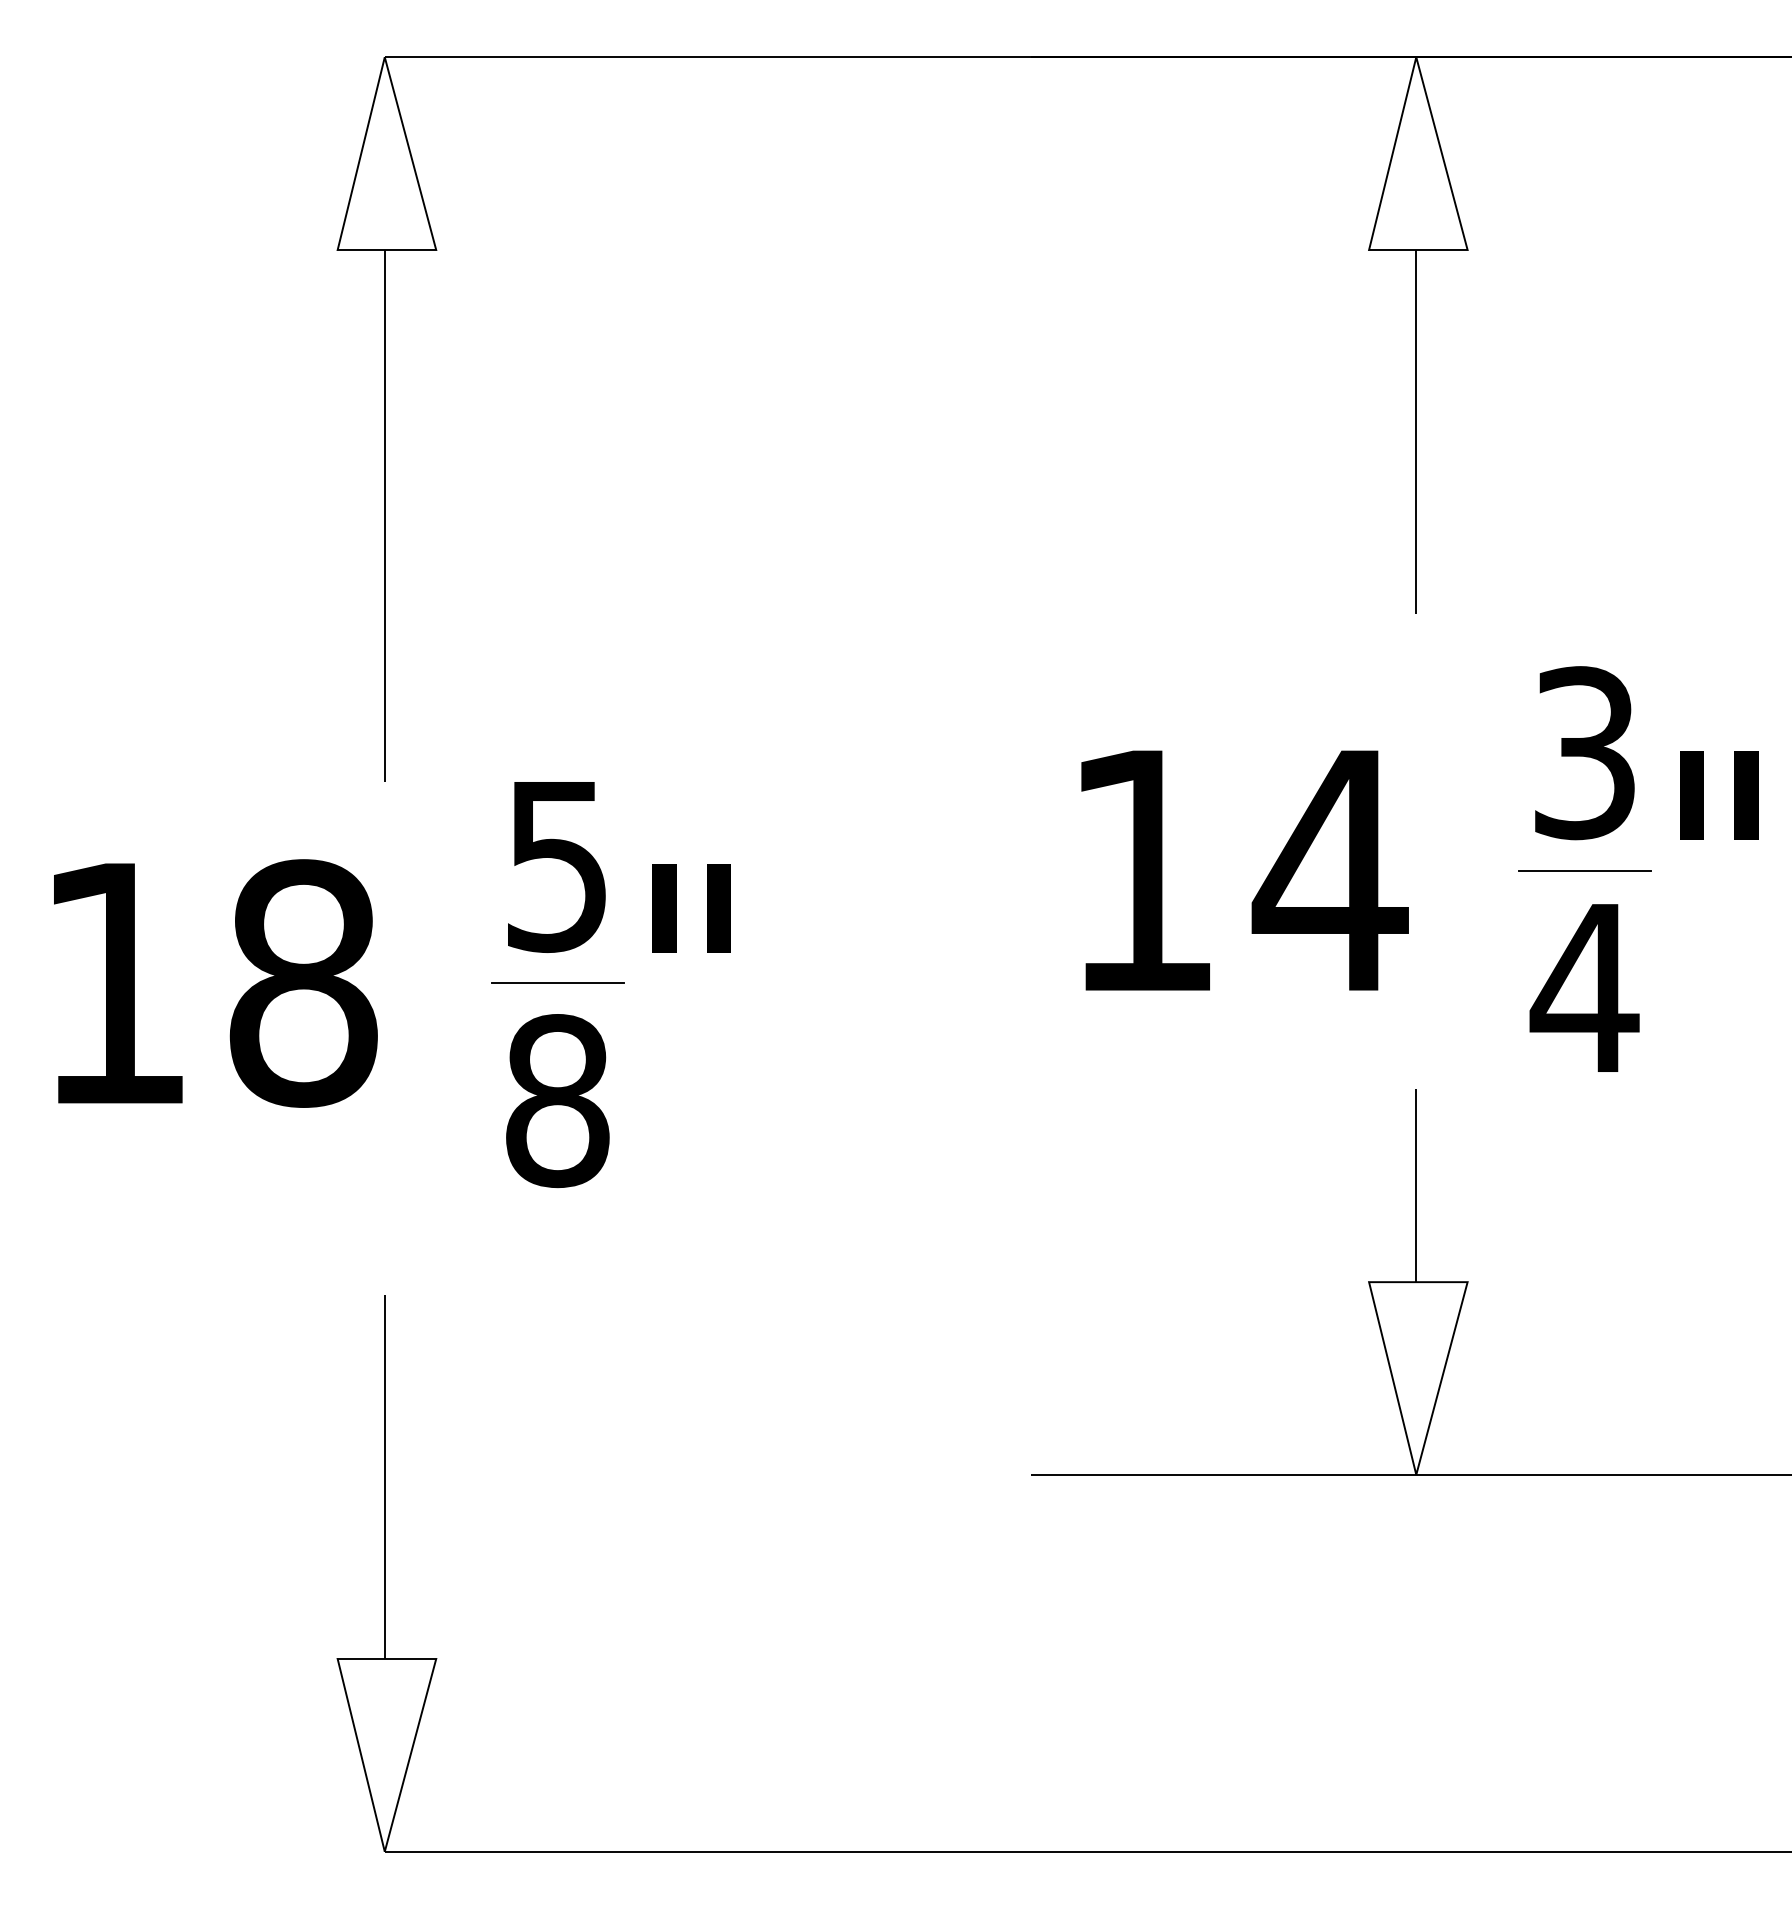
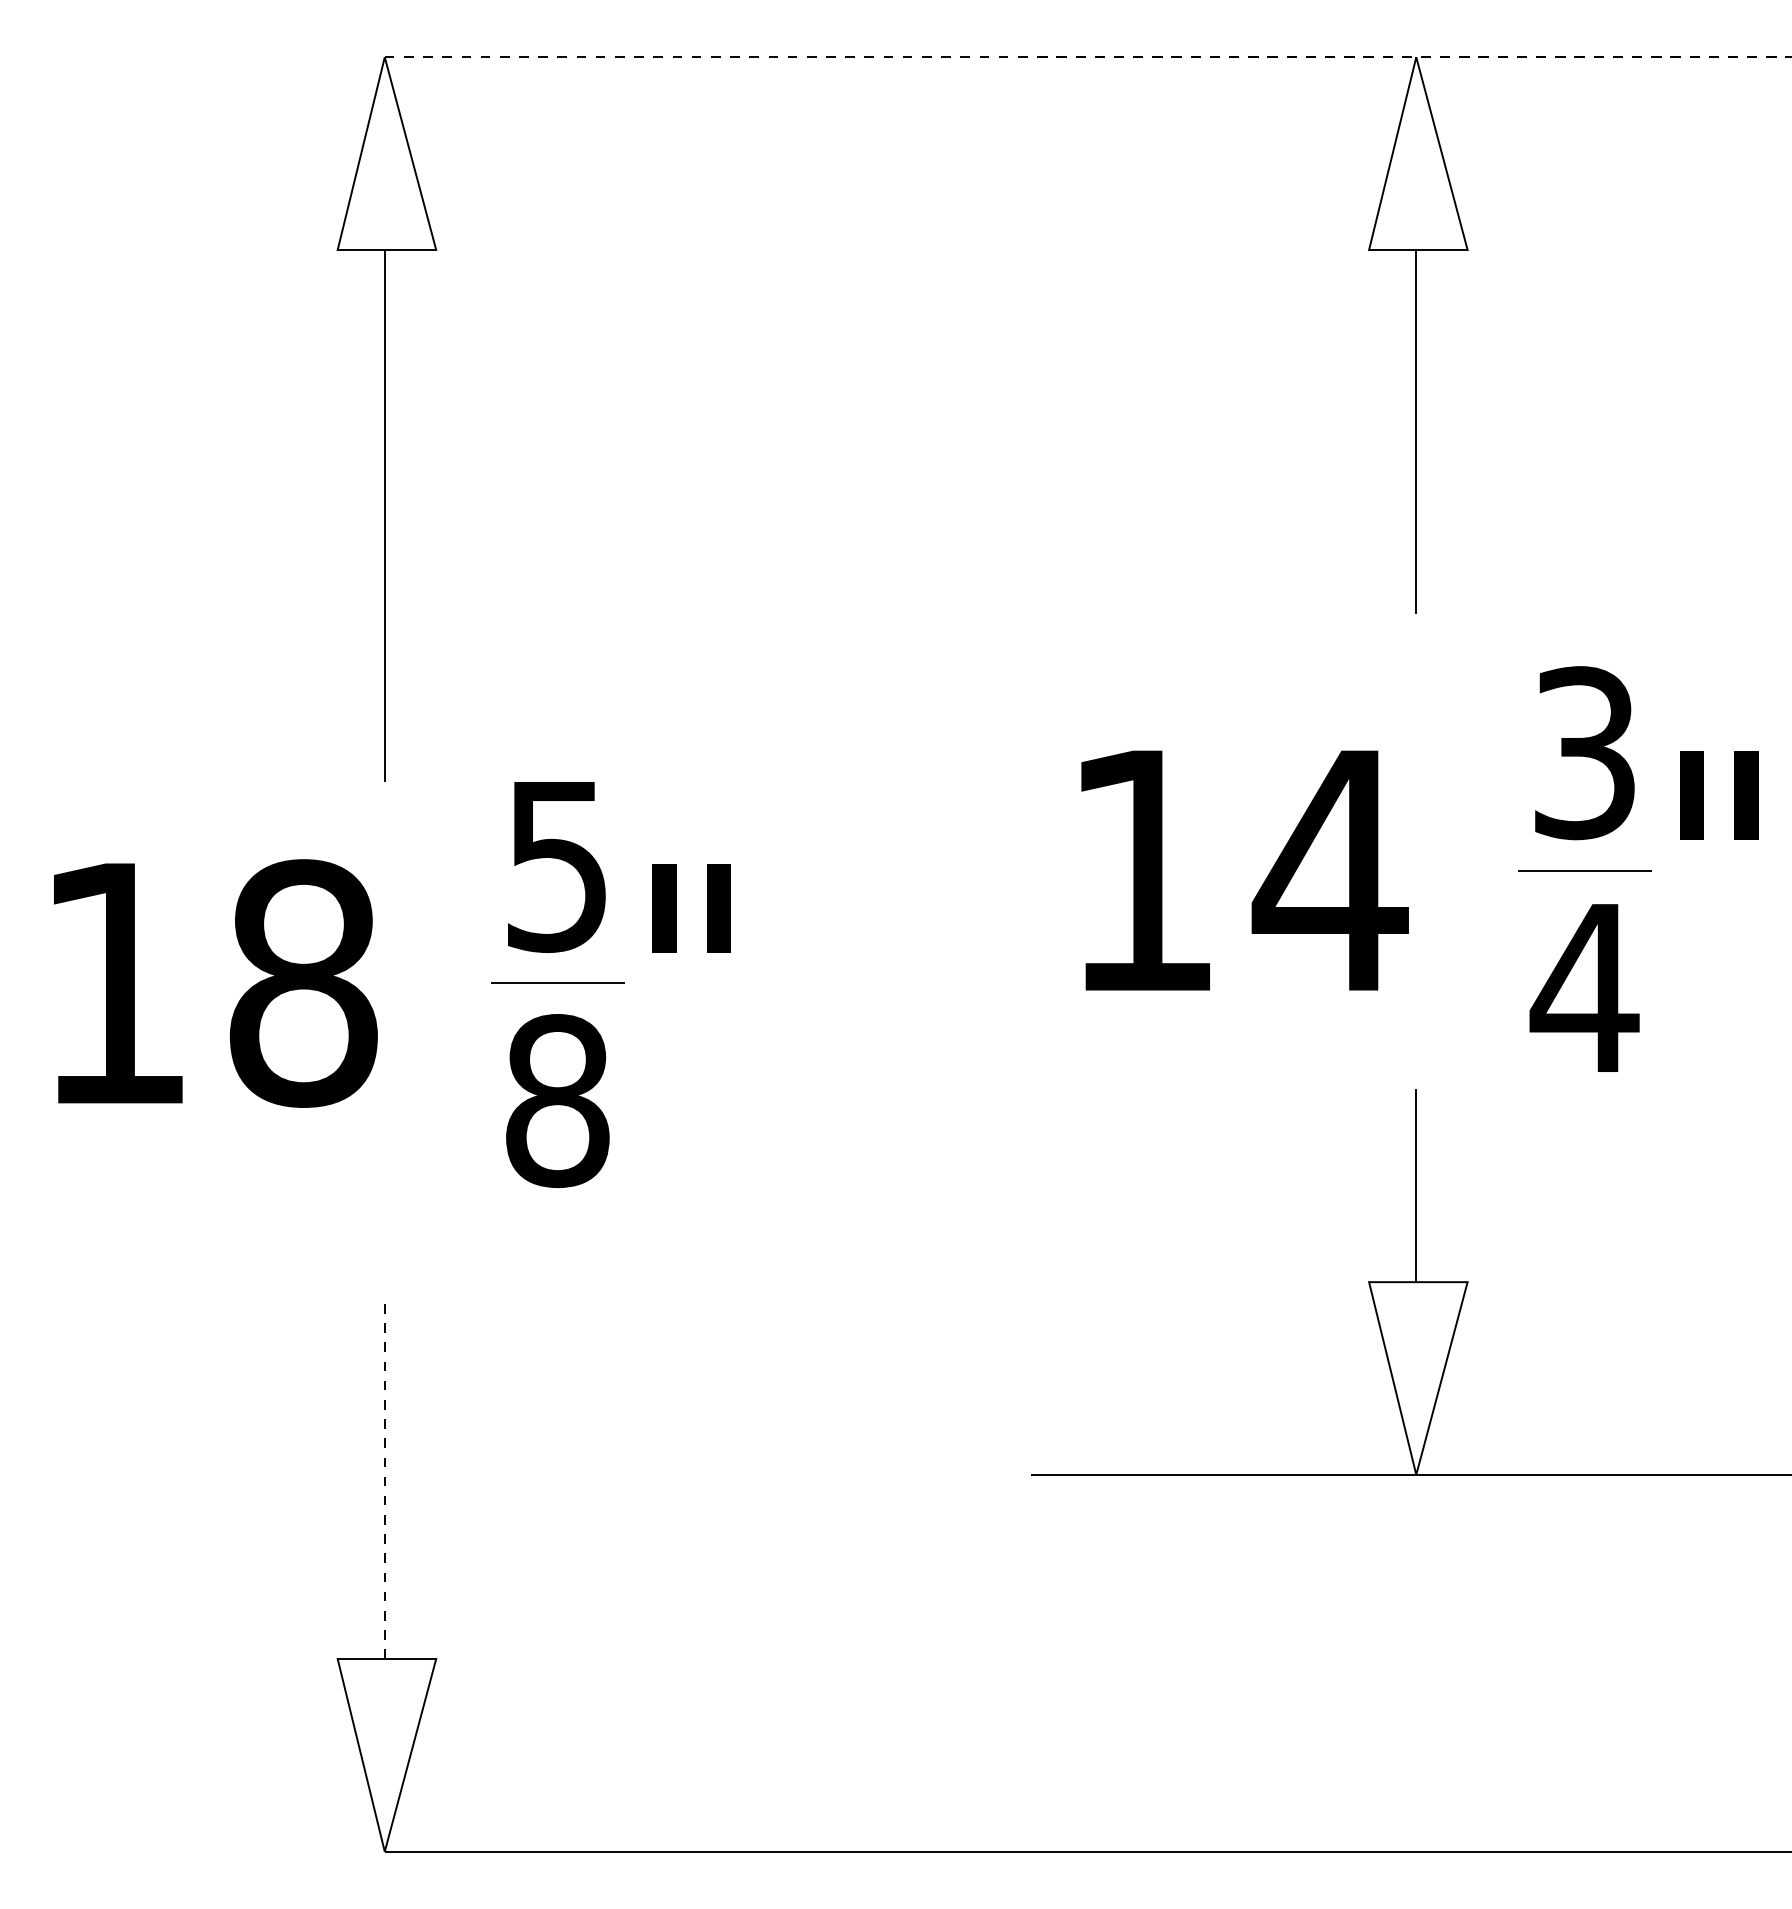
line at (1469, 57): solid -> dashed
line at (384, 1476): solid -> dashed
